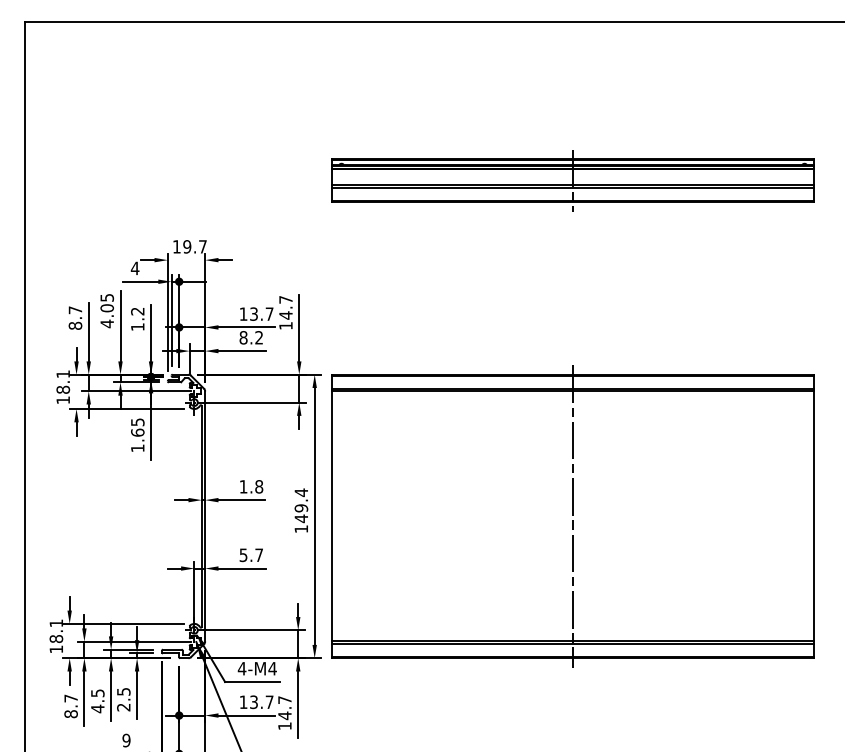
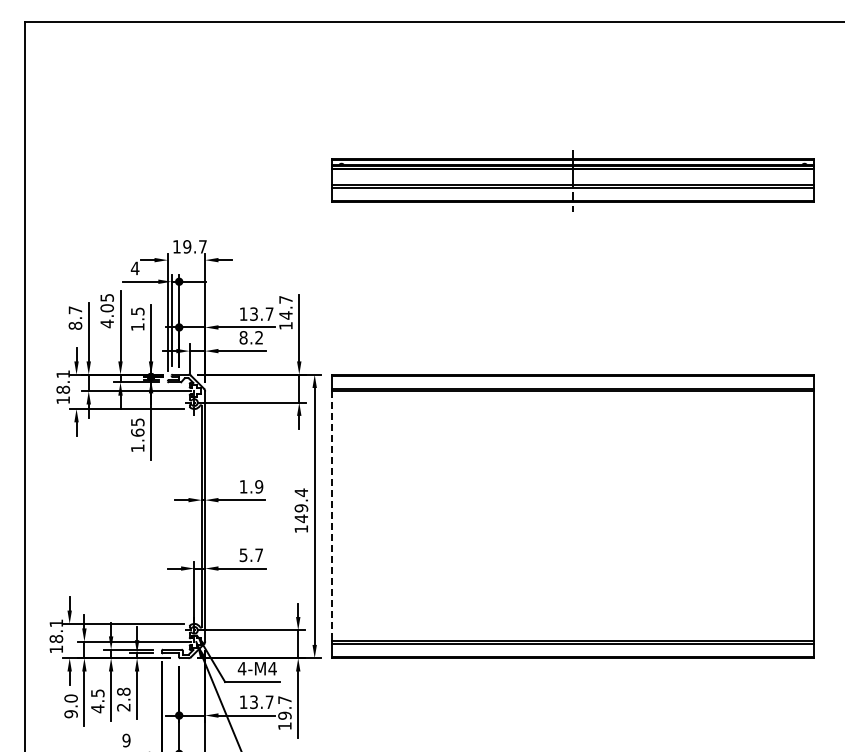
text at (137, 311): 1.2 -> 1.5
text at (259, 486): 1.8 -> 1.9
line at (332, 516): solid -> dashed
line at (573, 516): present -> none
text at (123, 691): 2.5 -> 2.8
text at (70, 706): 8.7 -> 9.0
text at (284, 715): 14.7 -> 19.7
